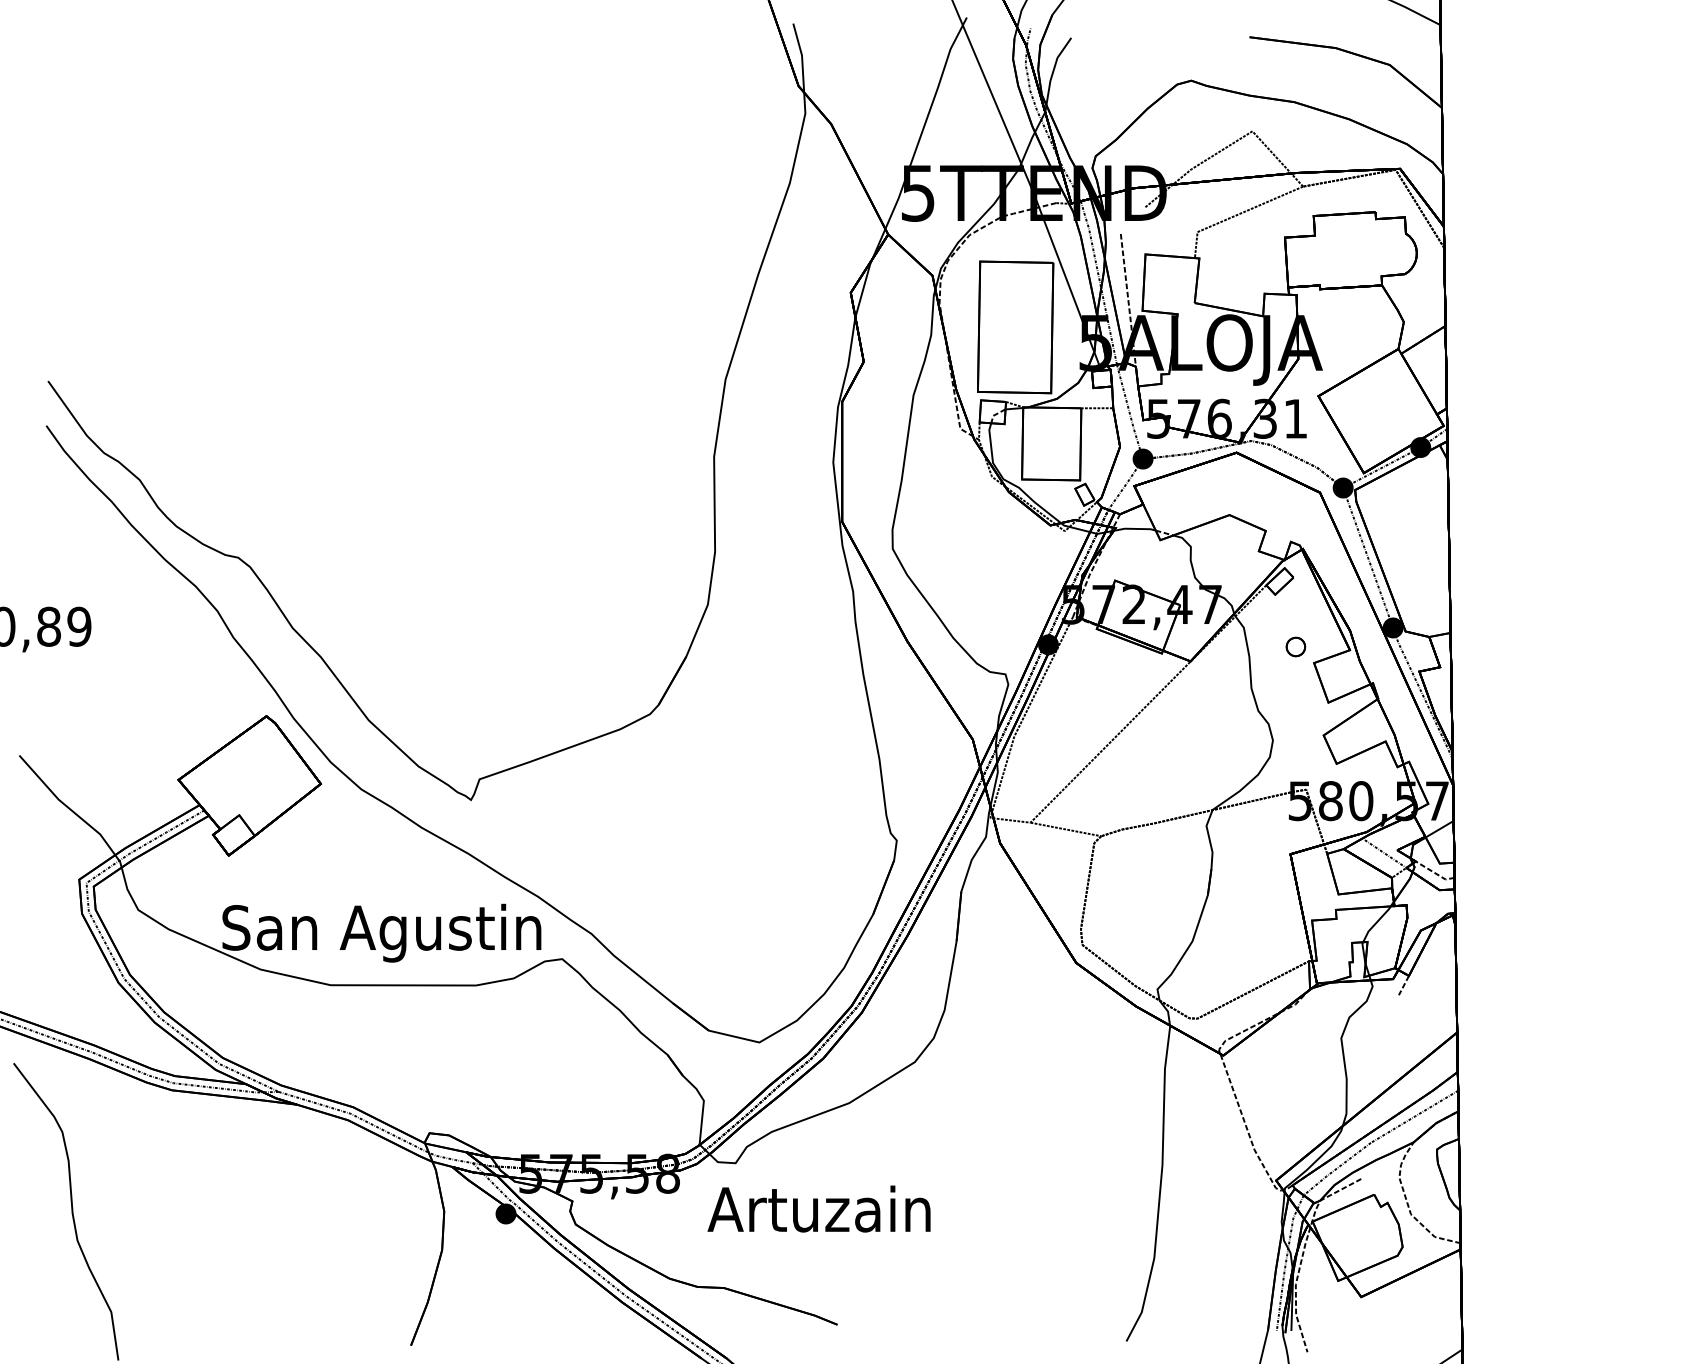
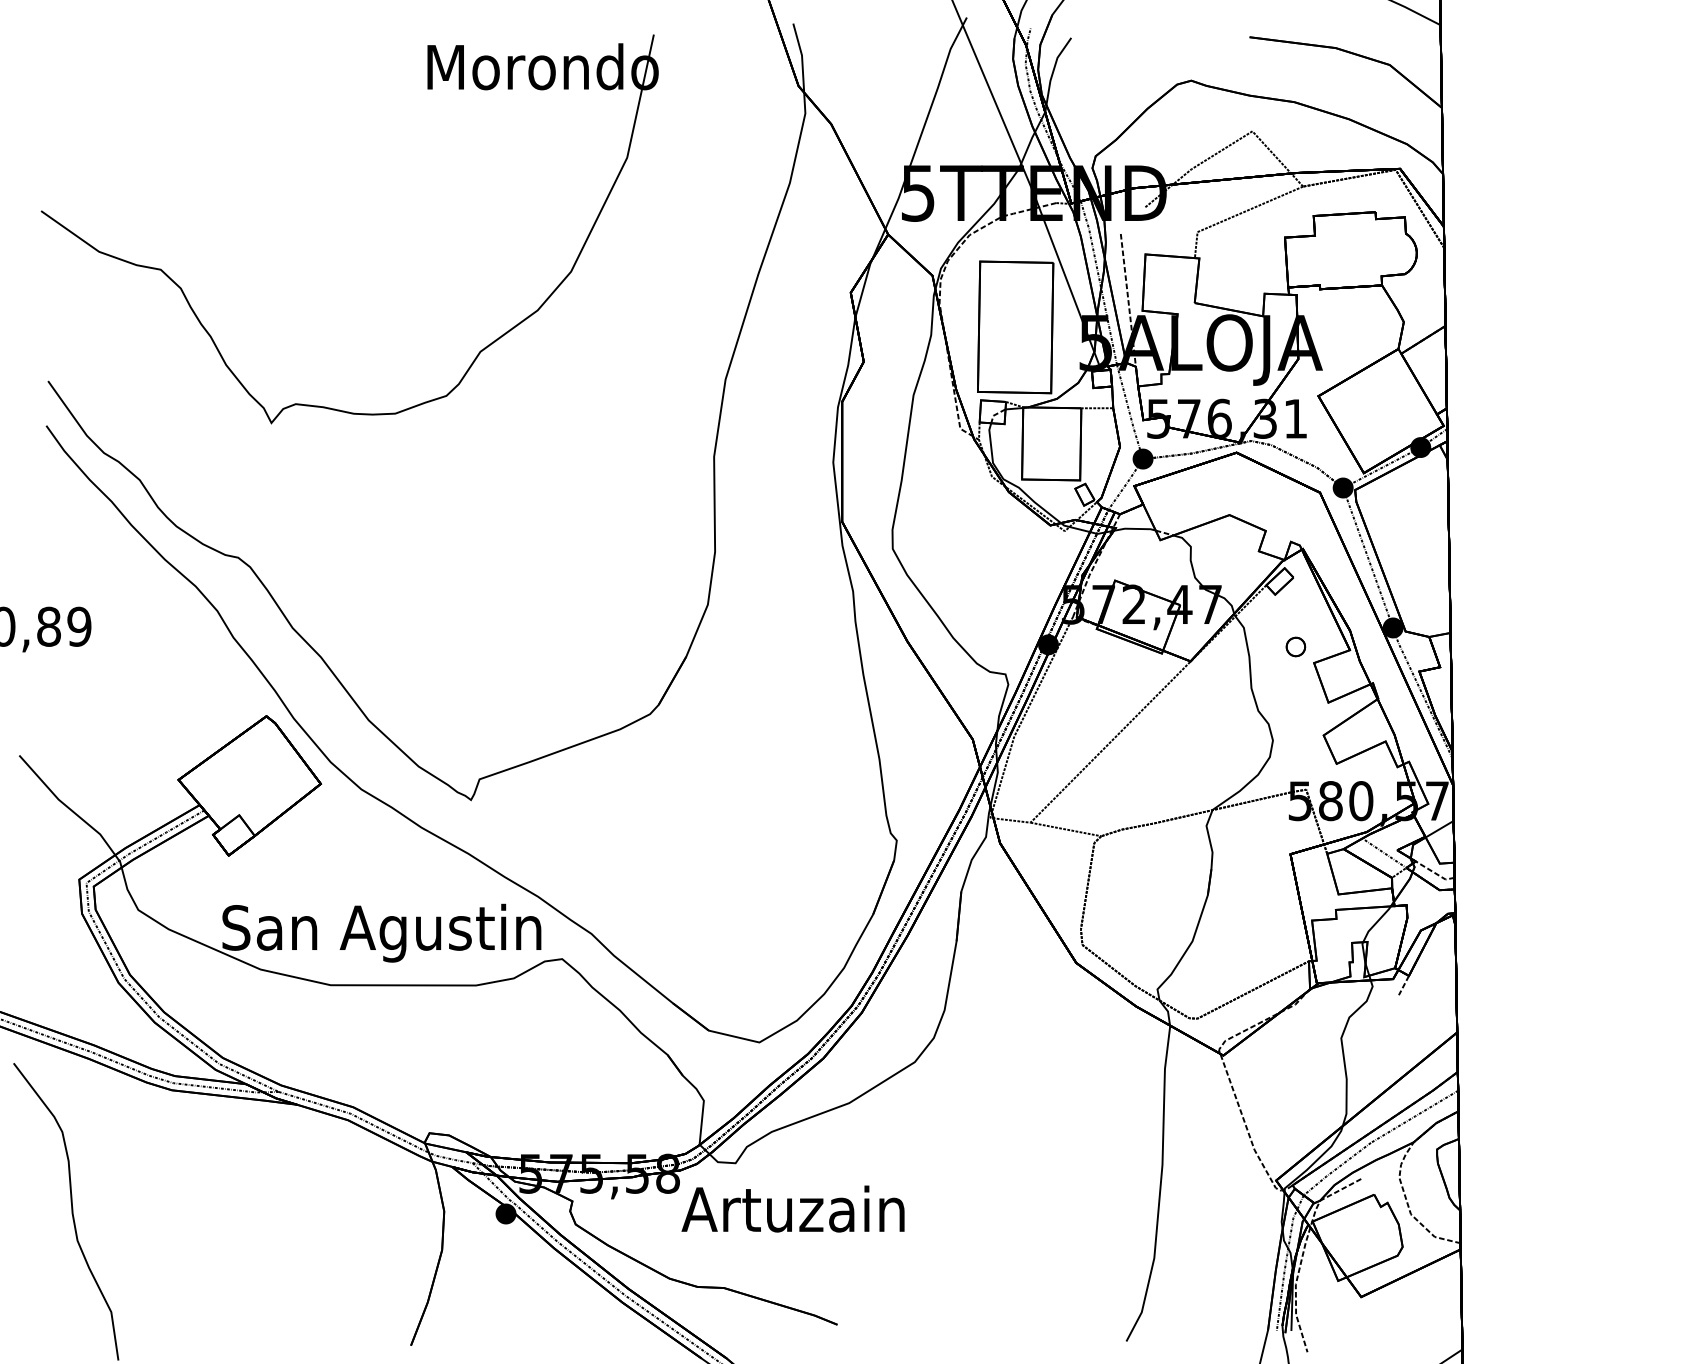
part at (427, 89): none -> present
text at (818, 1208) position: (818, 1208) -> (792, 1208)
